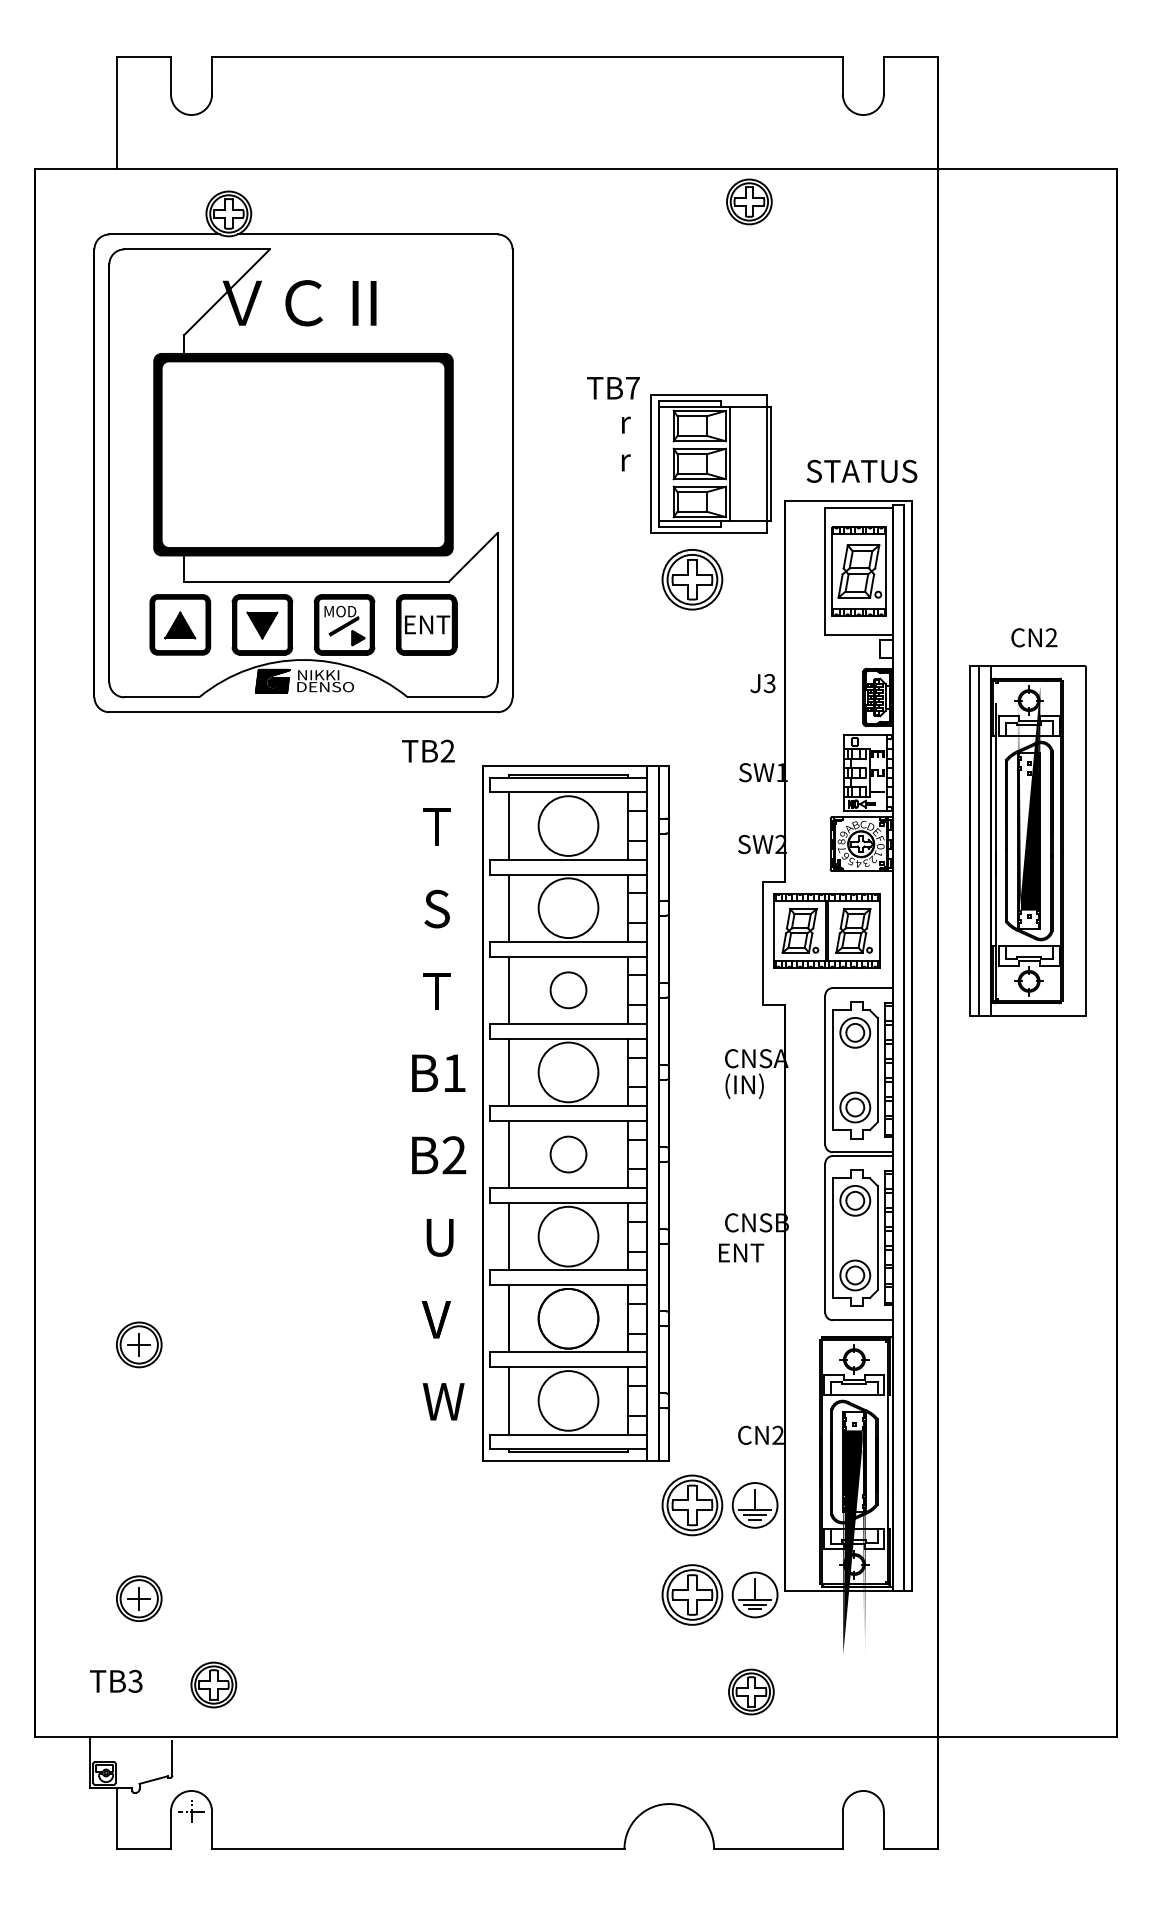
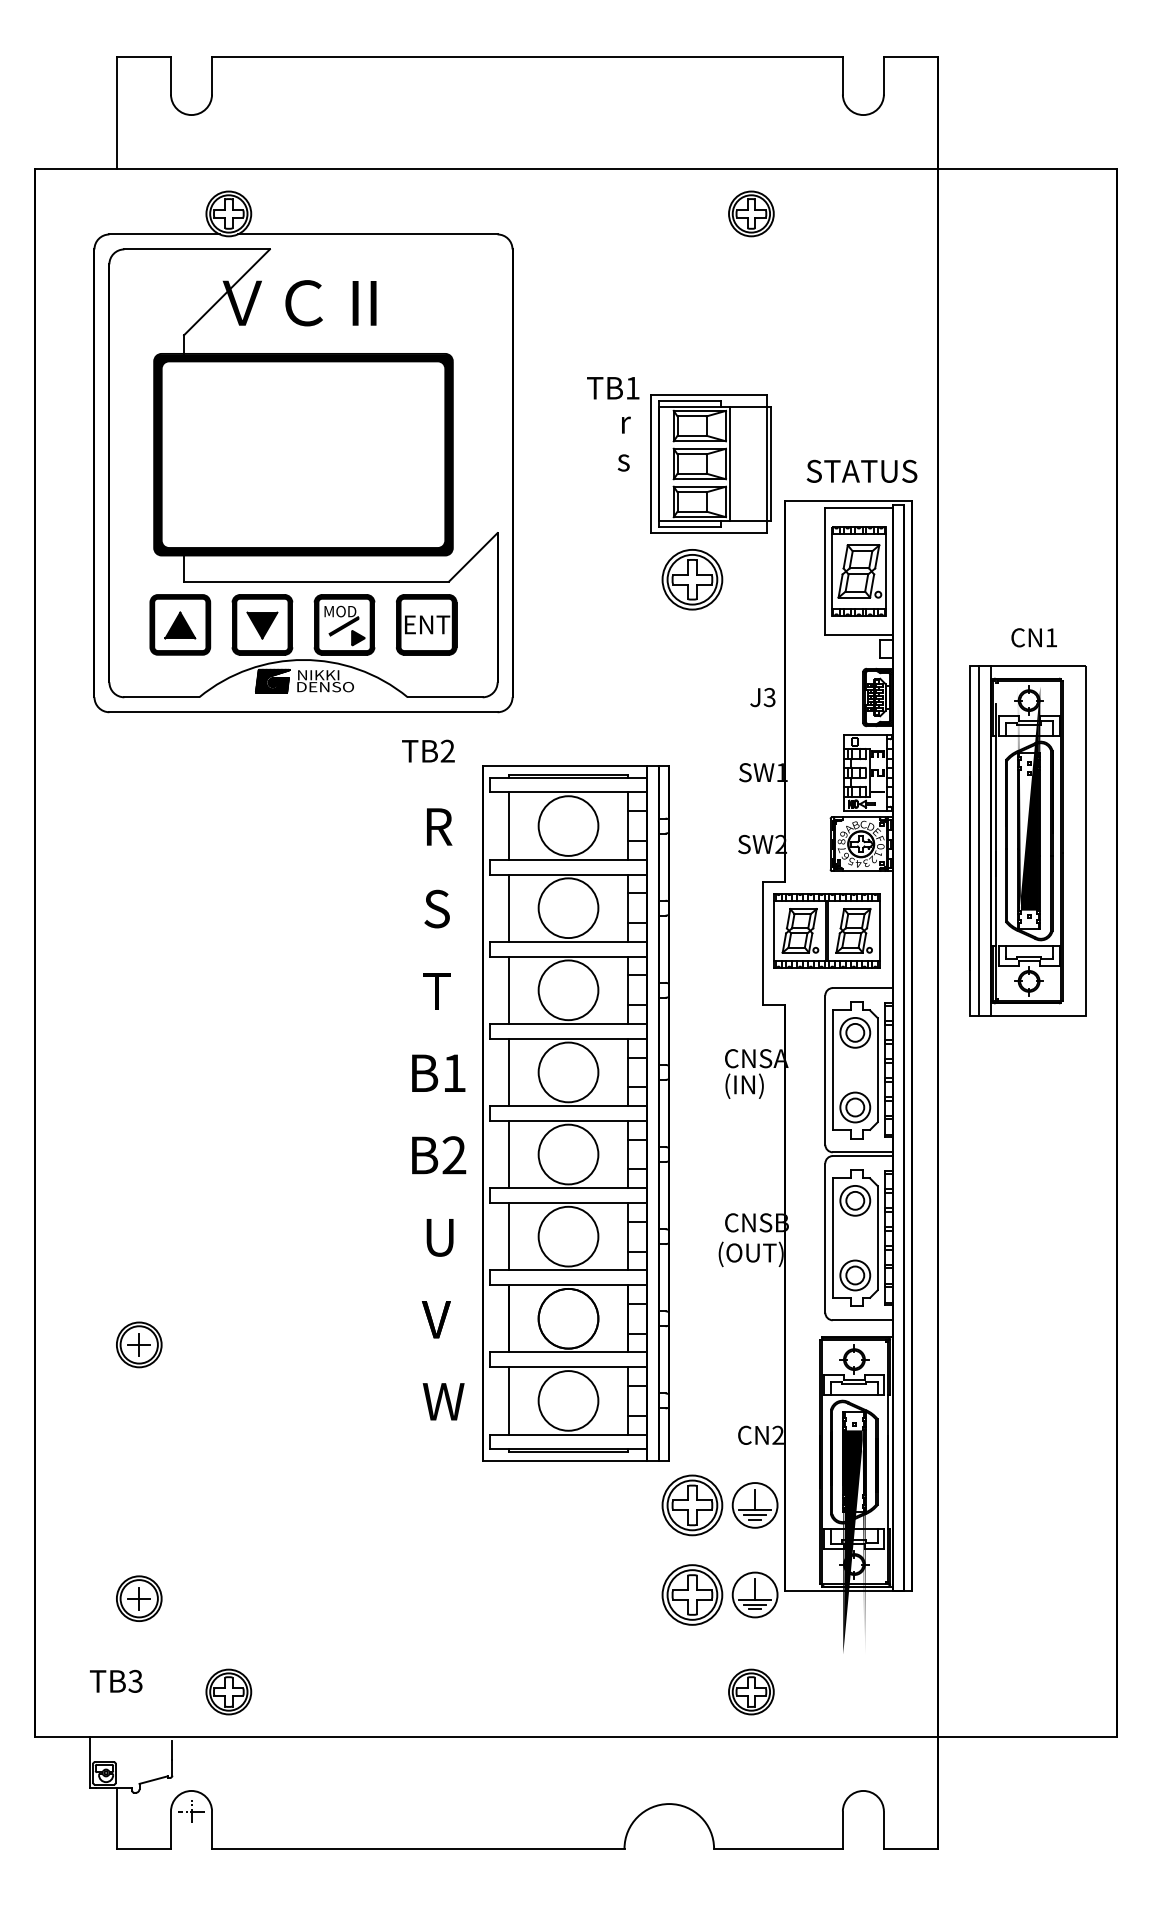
part at (749, 201) position: (749, 201) -> (751, 213)
text at (632, 388): TB7 -> TB1
text at (623, 462): r -> s
text at (1051, 637): CN2 -> CN1
text at (762, 683) position: (762, 683) -> (762, 697)
text at (437, 826): T -> R
circle at (568, 990) diameter: 36 px -> 60 px
circle at (568, 1154) diameter: 36 px -> 60 px
text at (750, 1254): ENT -> (OUT)
part at (213, 1684) position: (213, 1684) -> (228, 1691)
